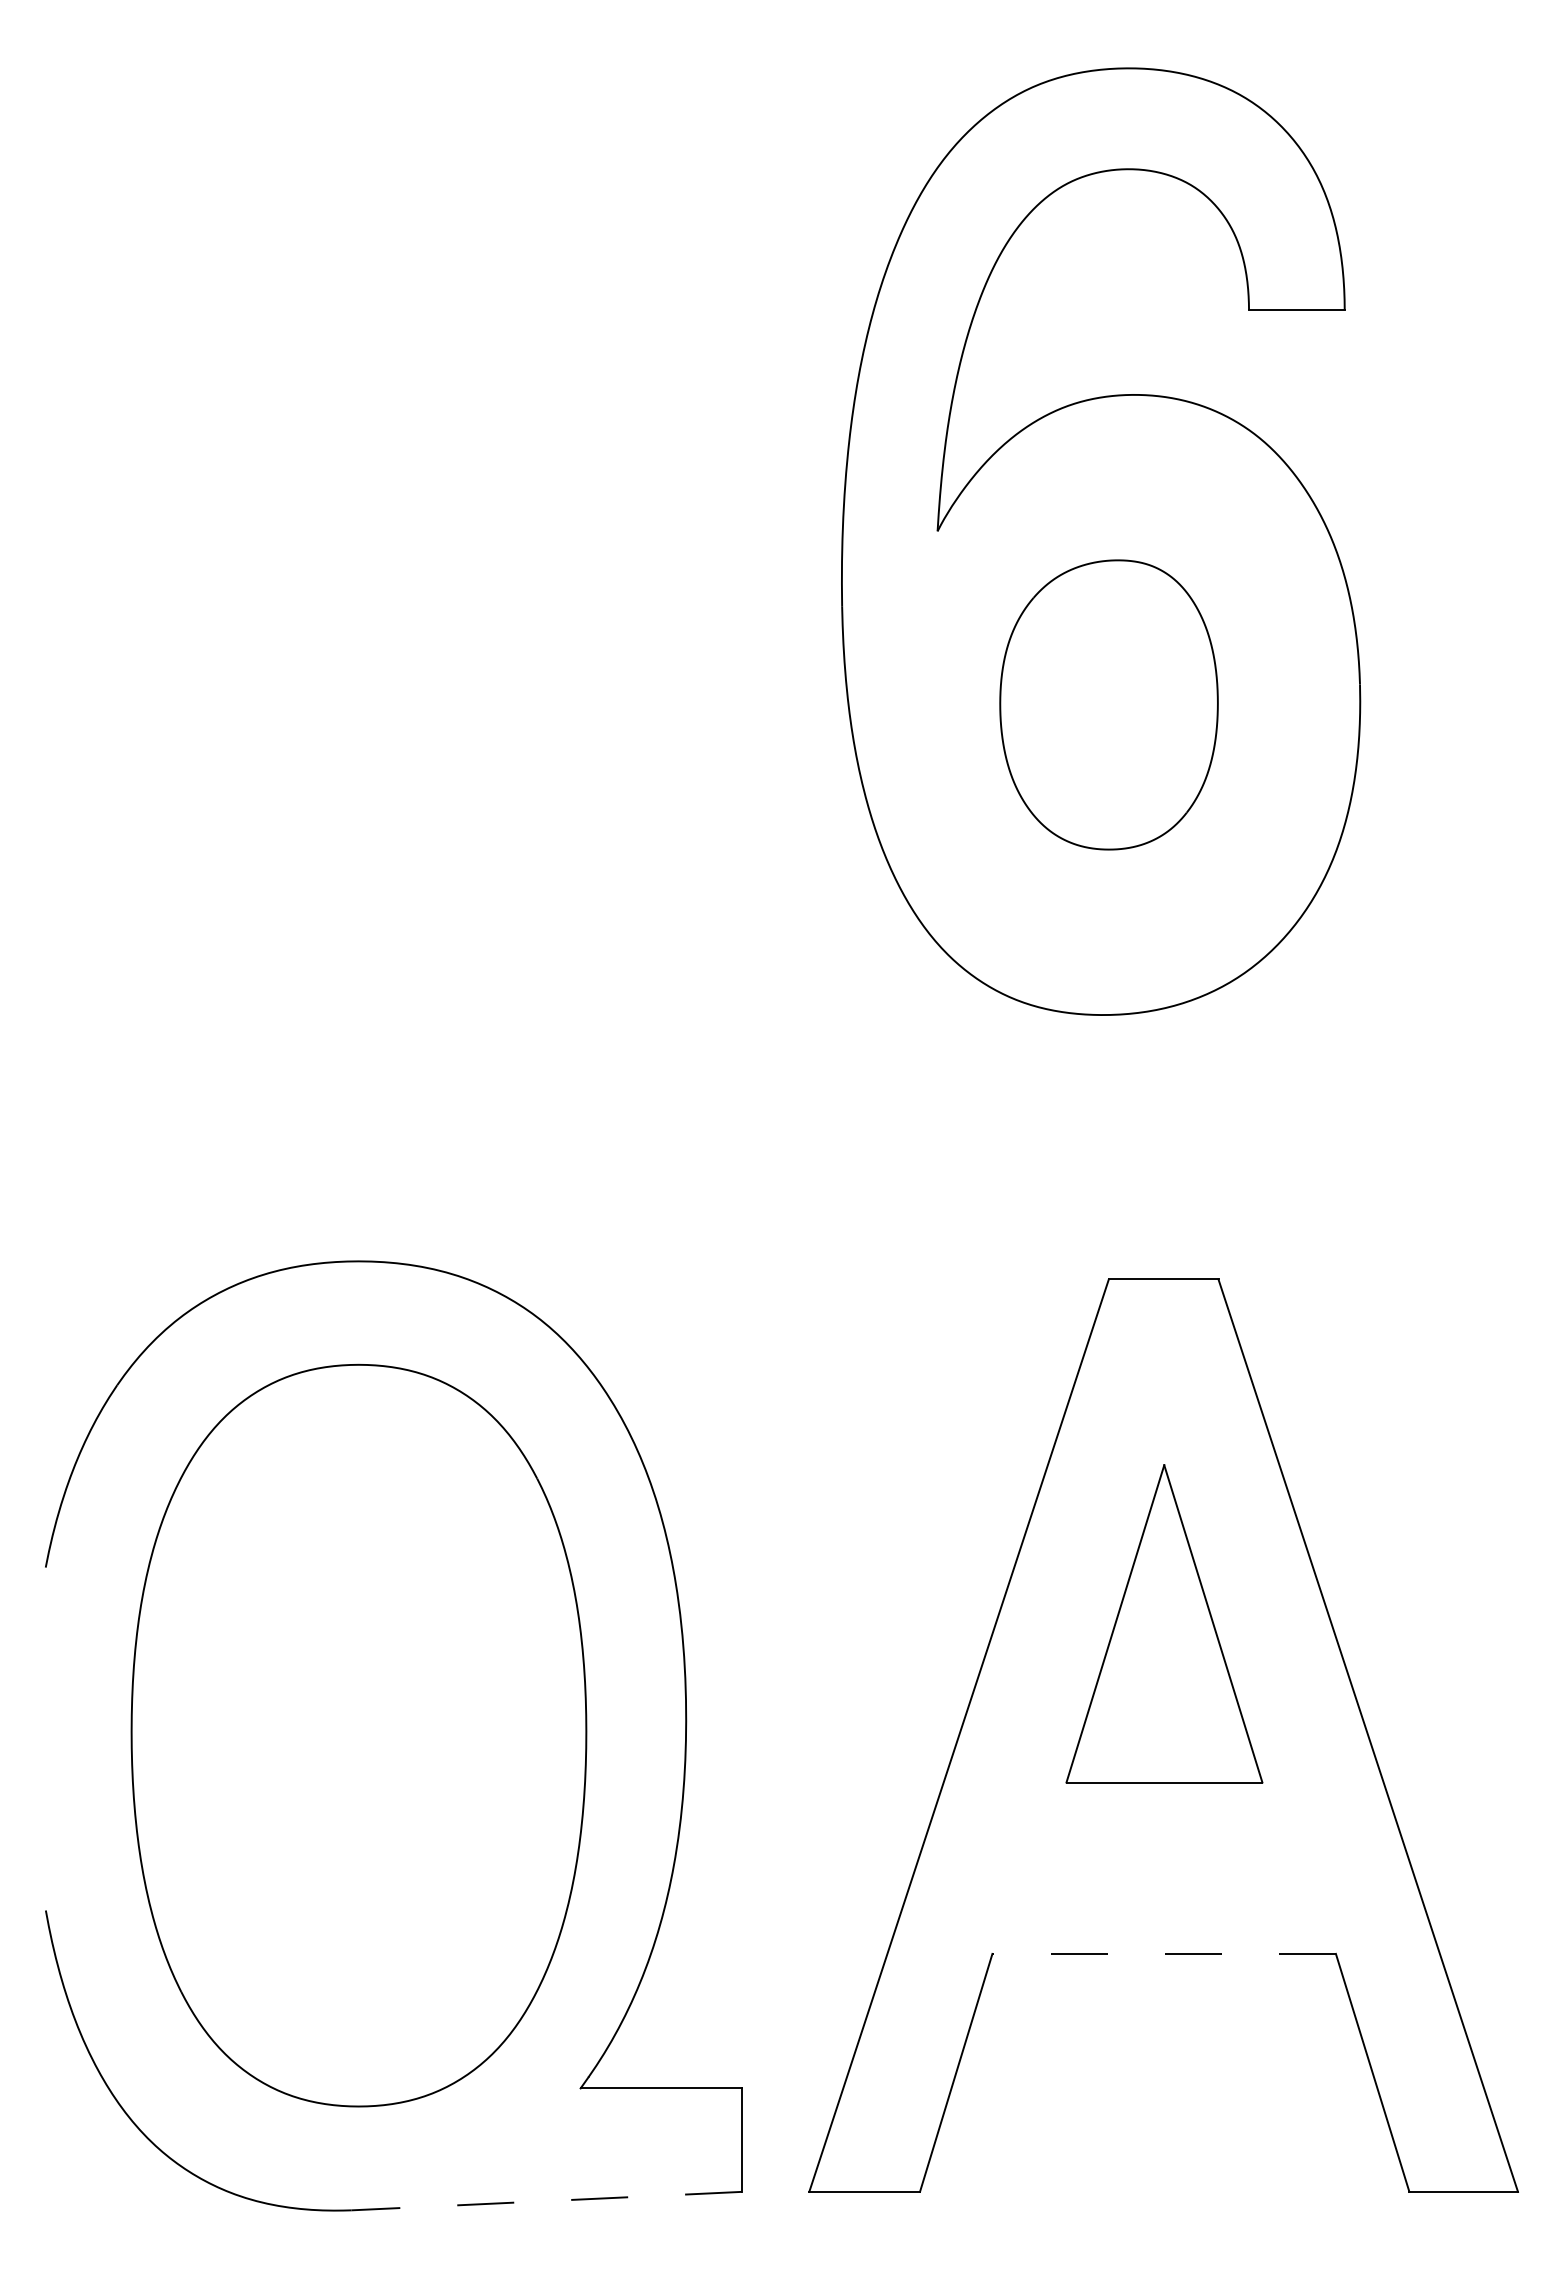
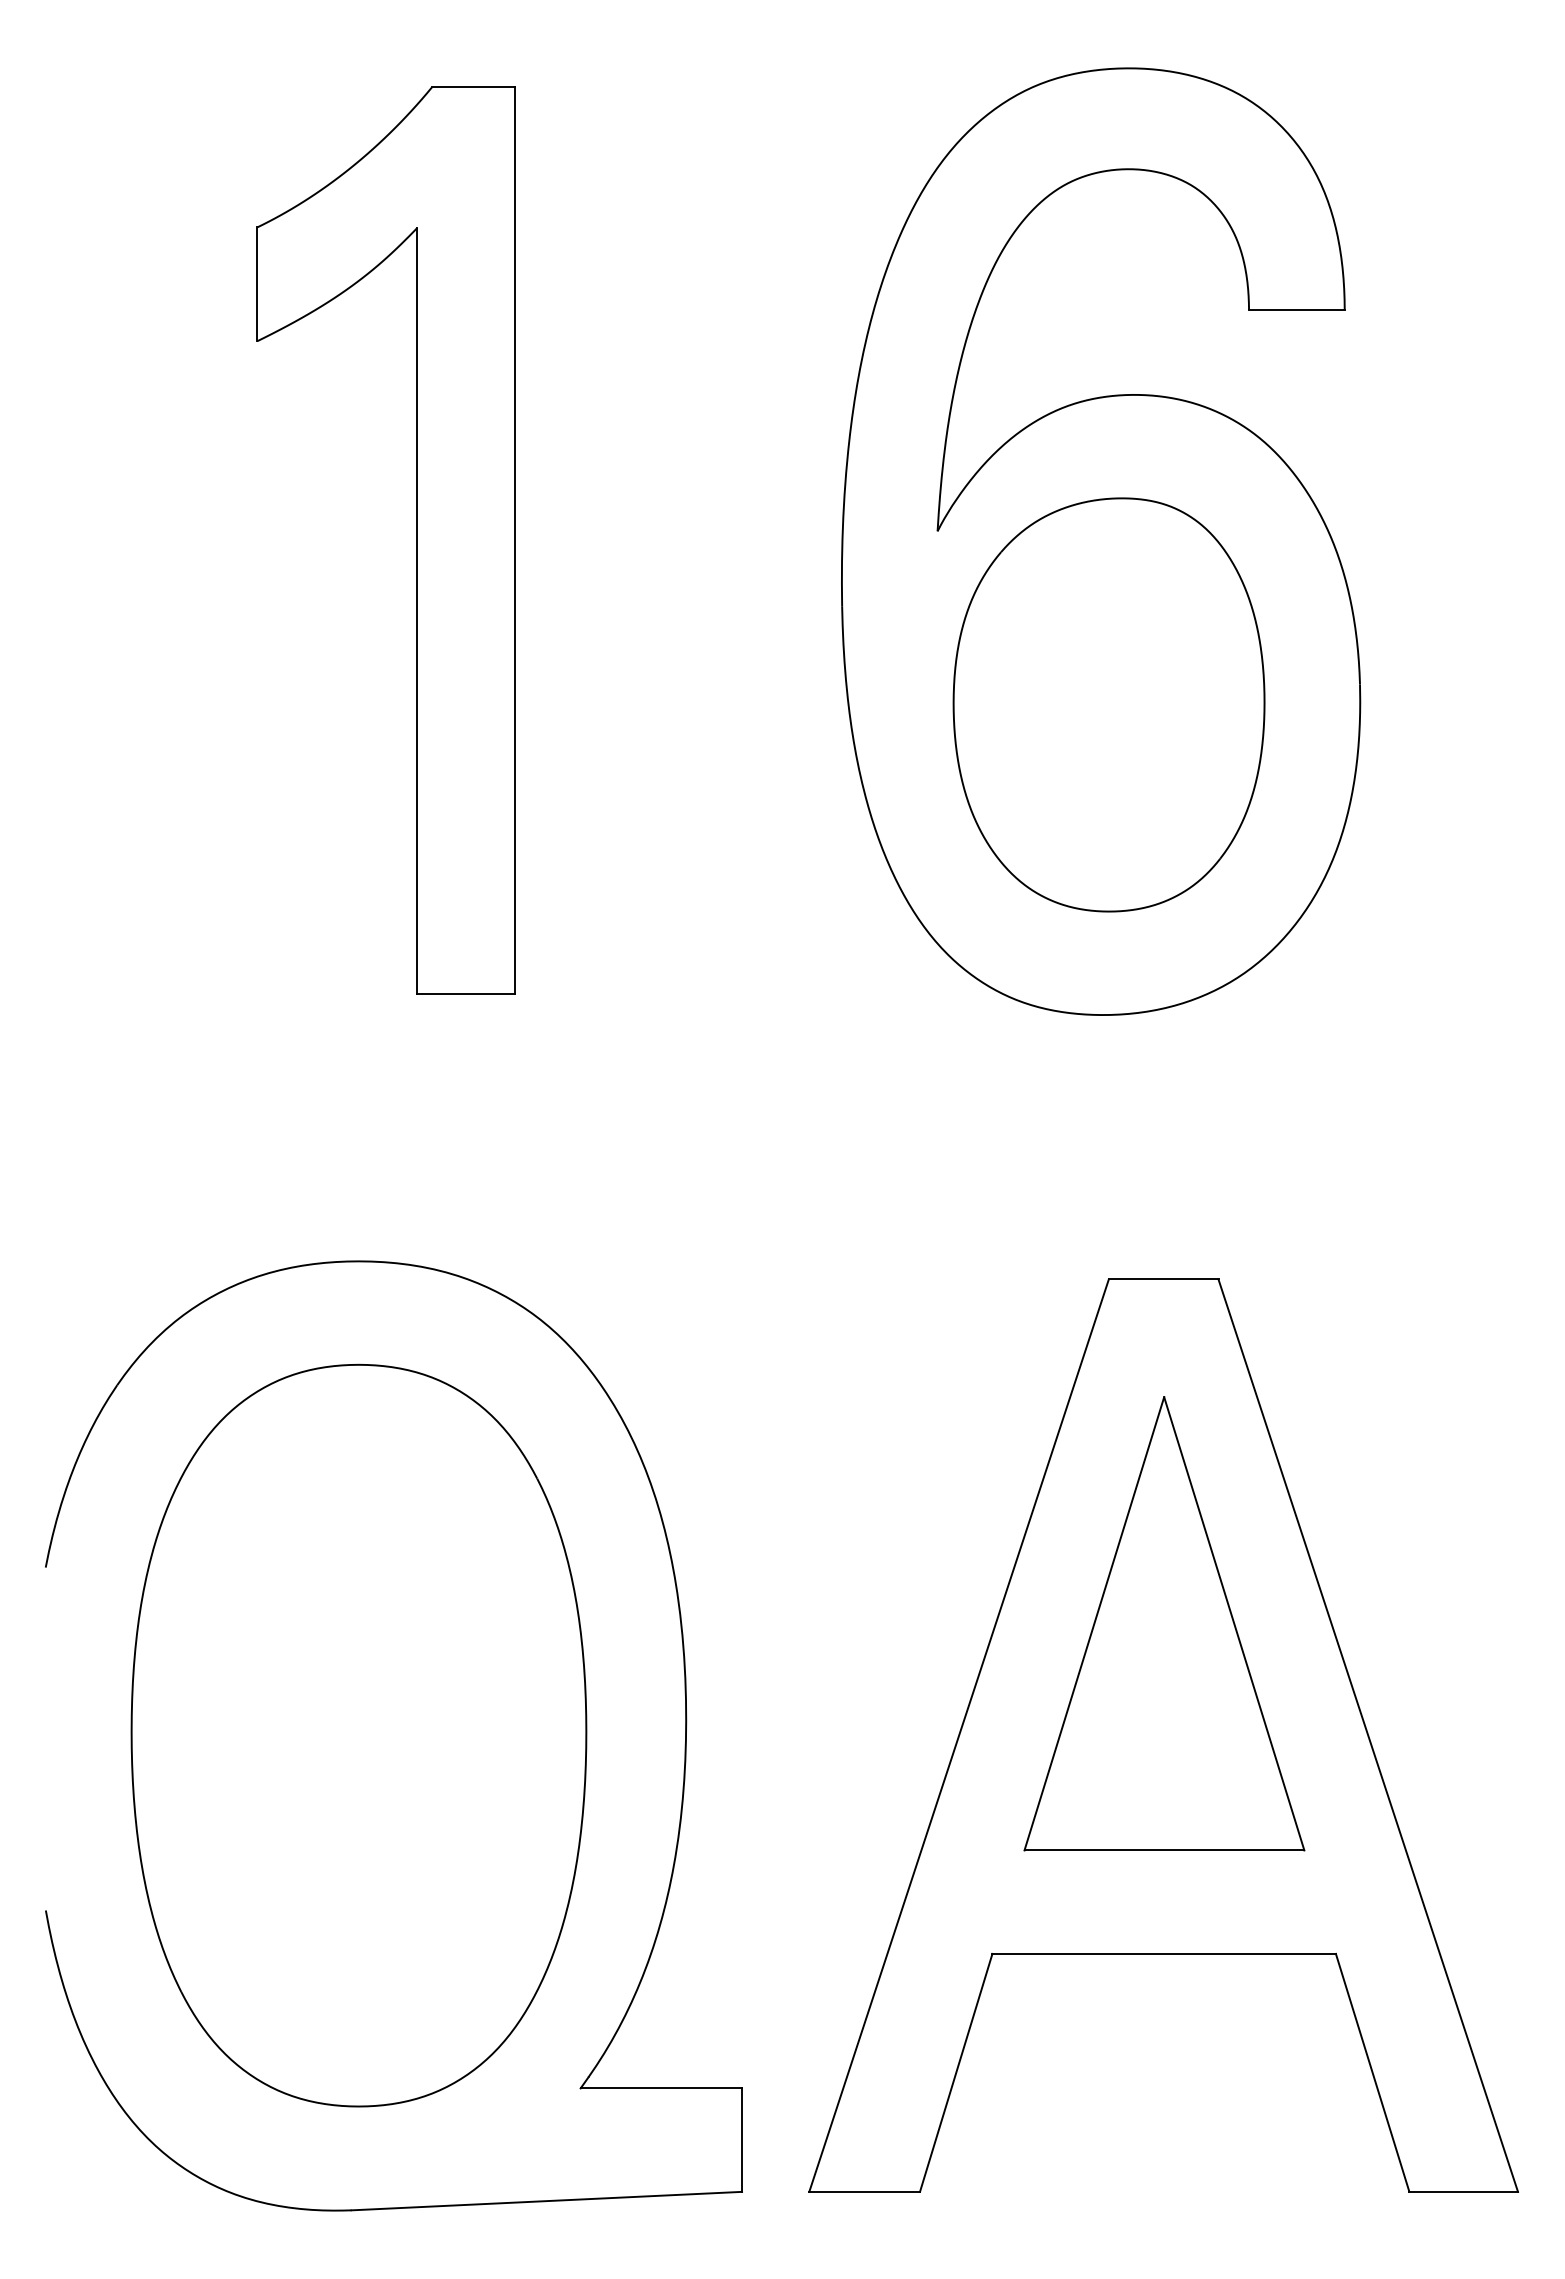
part at (416, 540): none -> present
part at (1108, 704) size: 220x292 px -> 314x416 px
part at (1164, 1623) size: 199x320 px -> 283x456 px
line at (1164, 1953): dashed -> solid
line at (546, 2201): dashed -> solid
